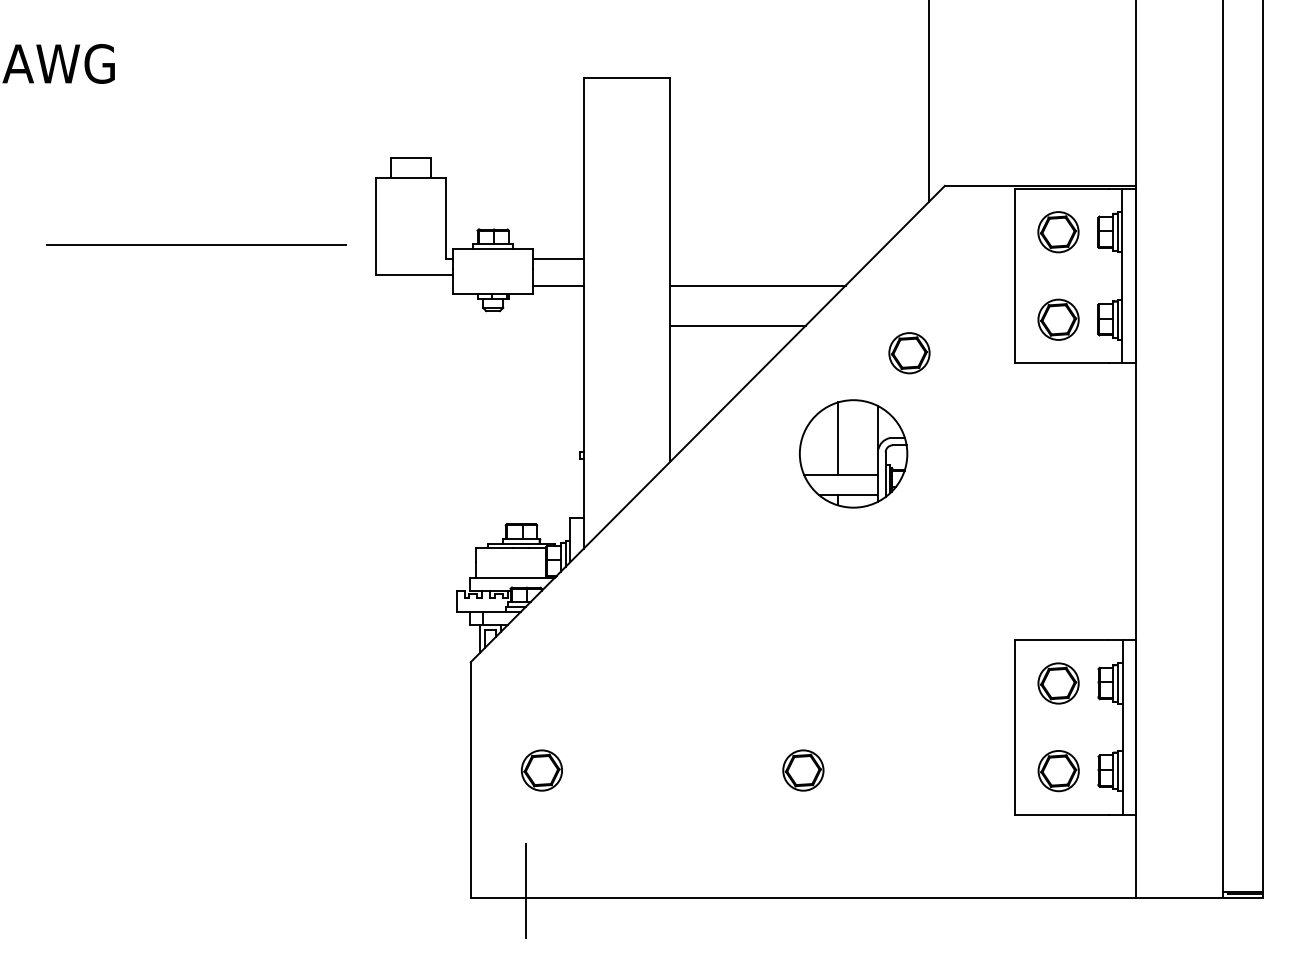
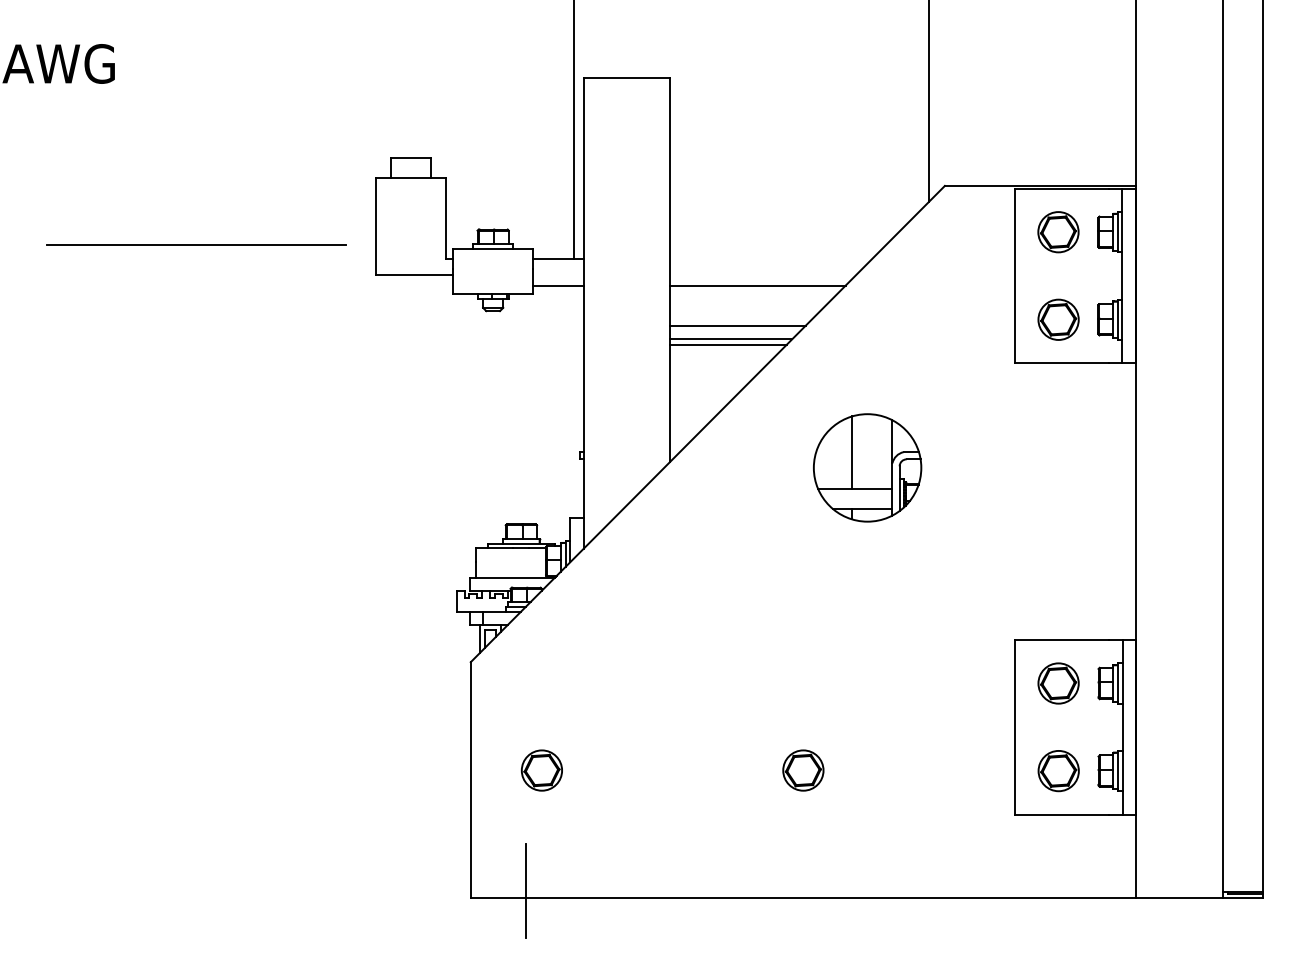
line at (573, 130): none -> present
line at (731, 339): none -> present
line at (728, 344): none -> present
part at (909, 353): present -> none
part at (853, 453) position: (853, 453) -> (867, 467)
